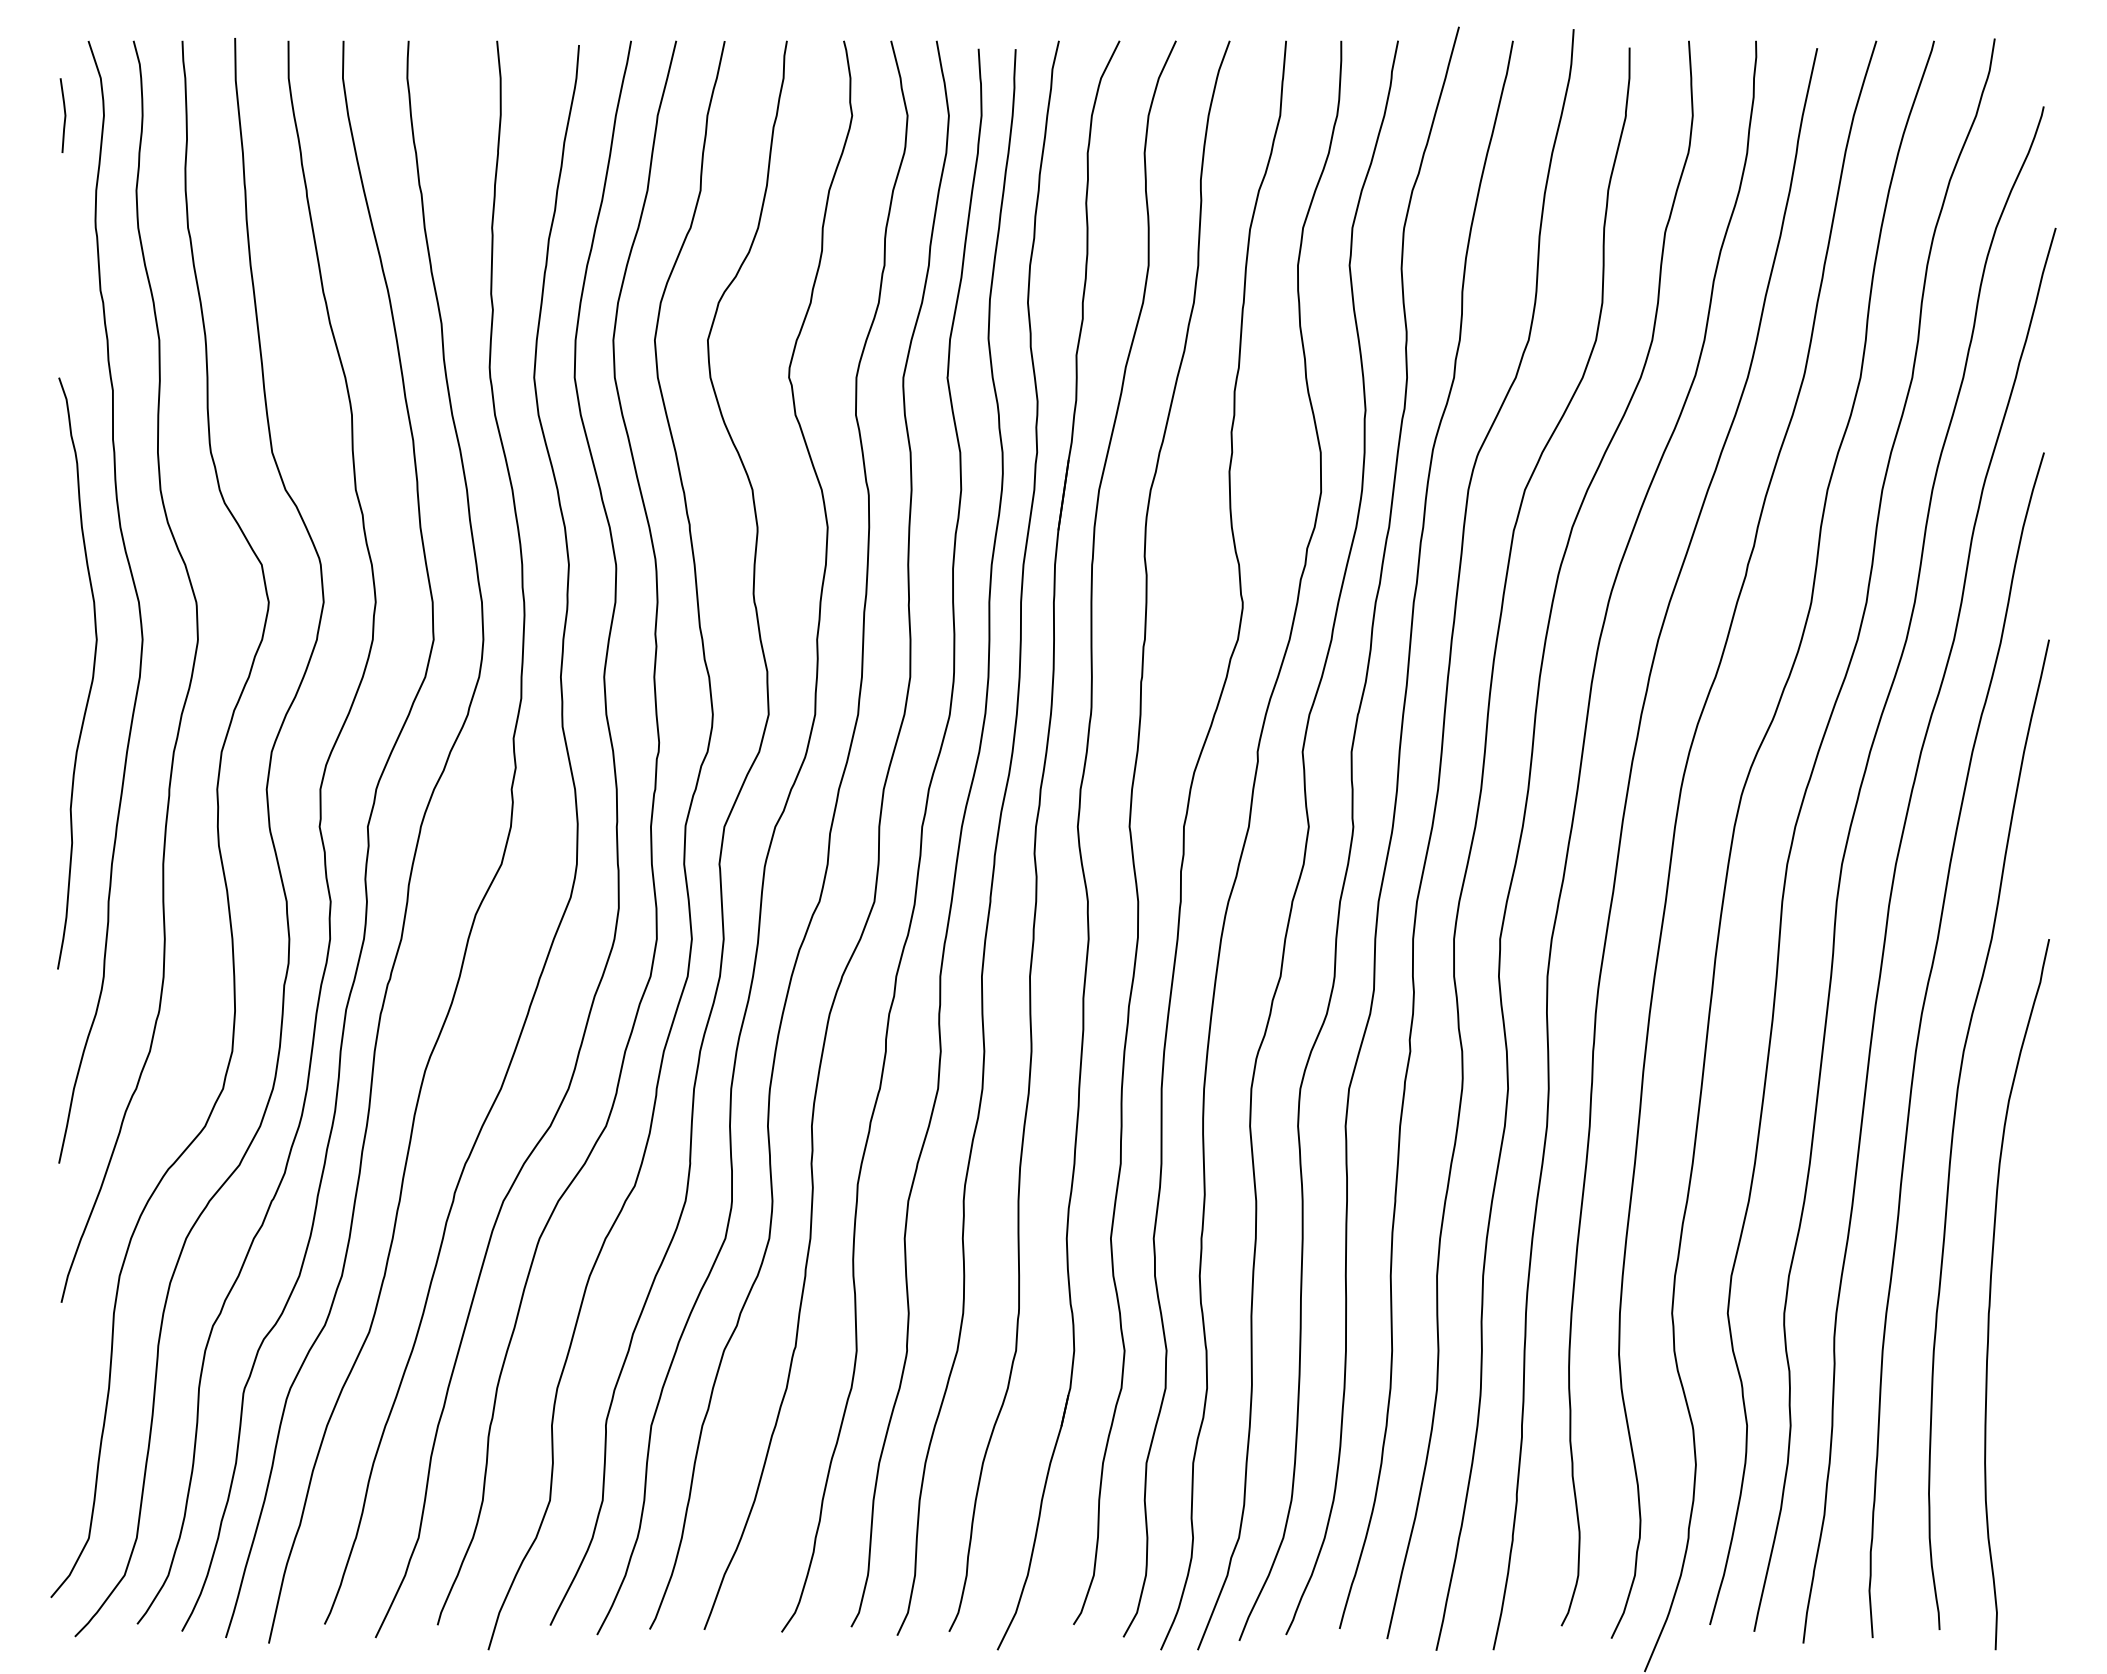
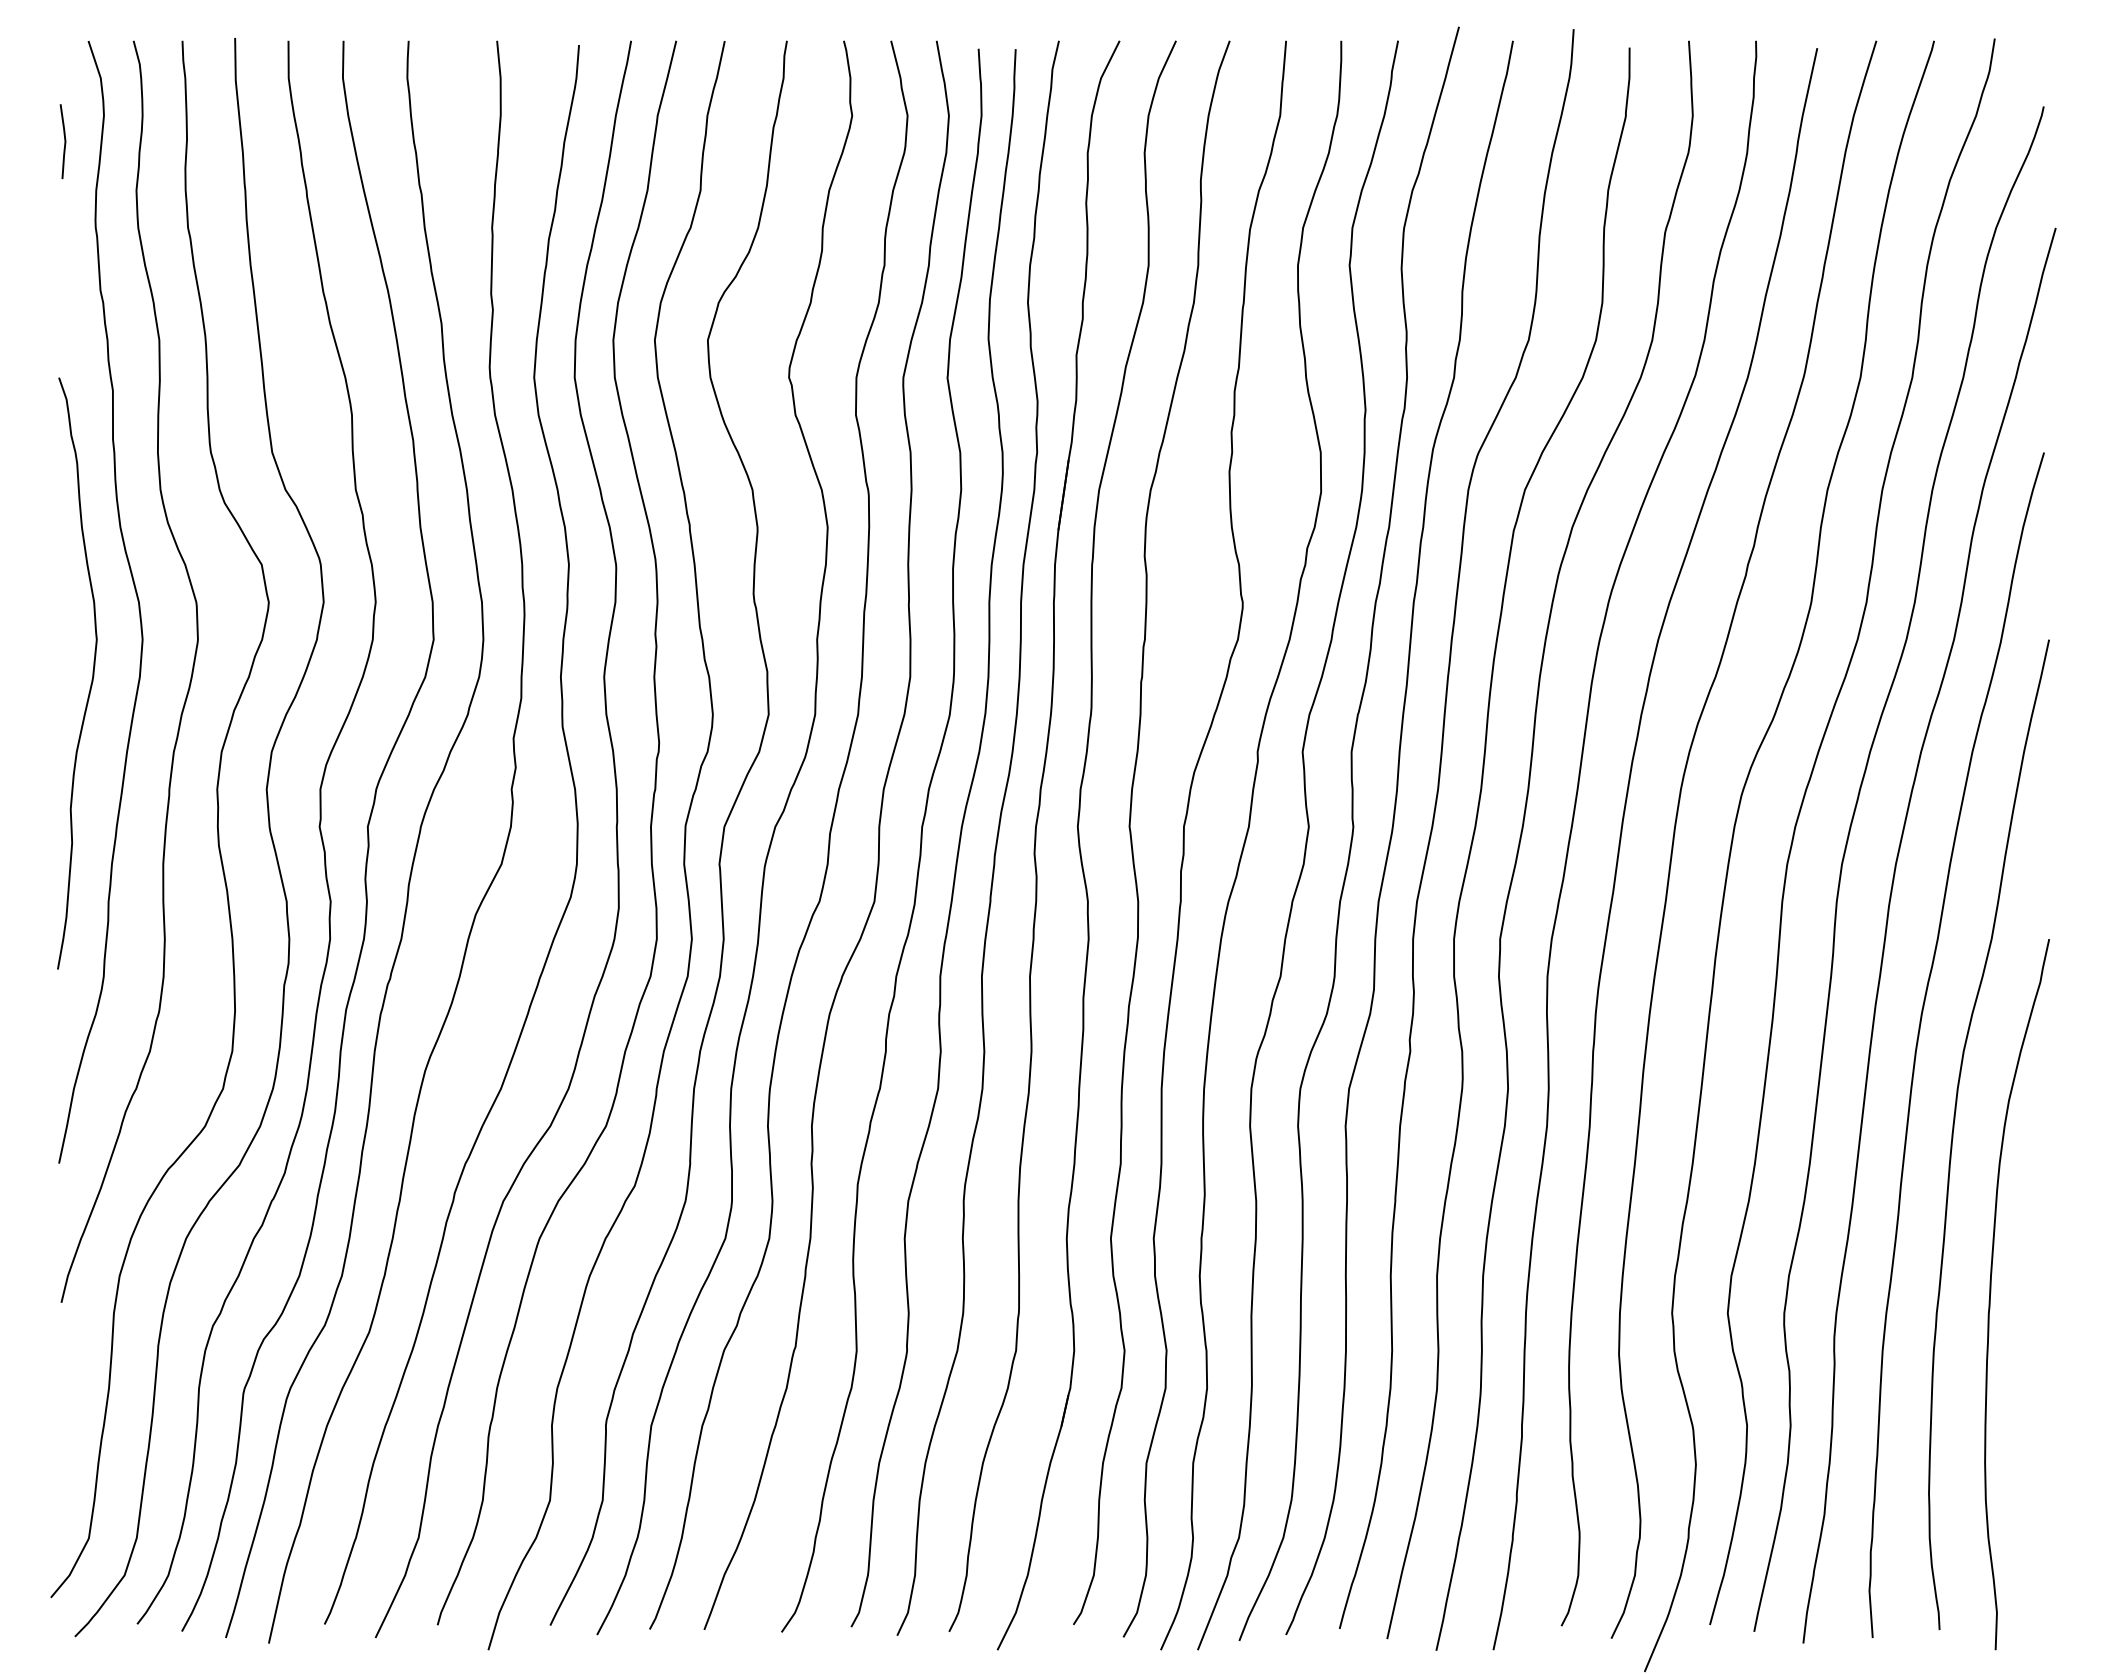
line at (64, 115) position: (64, 115) -> (64, 141)
